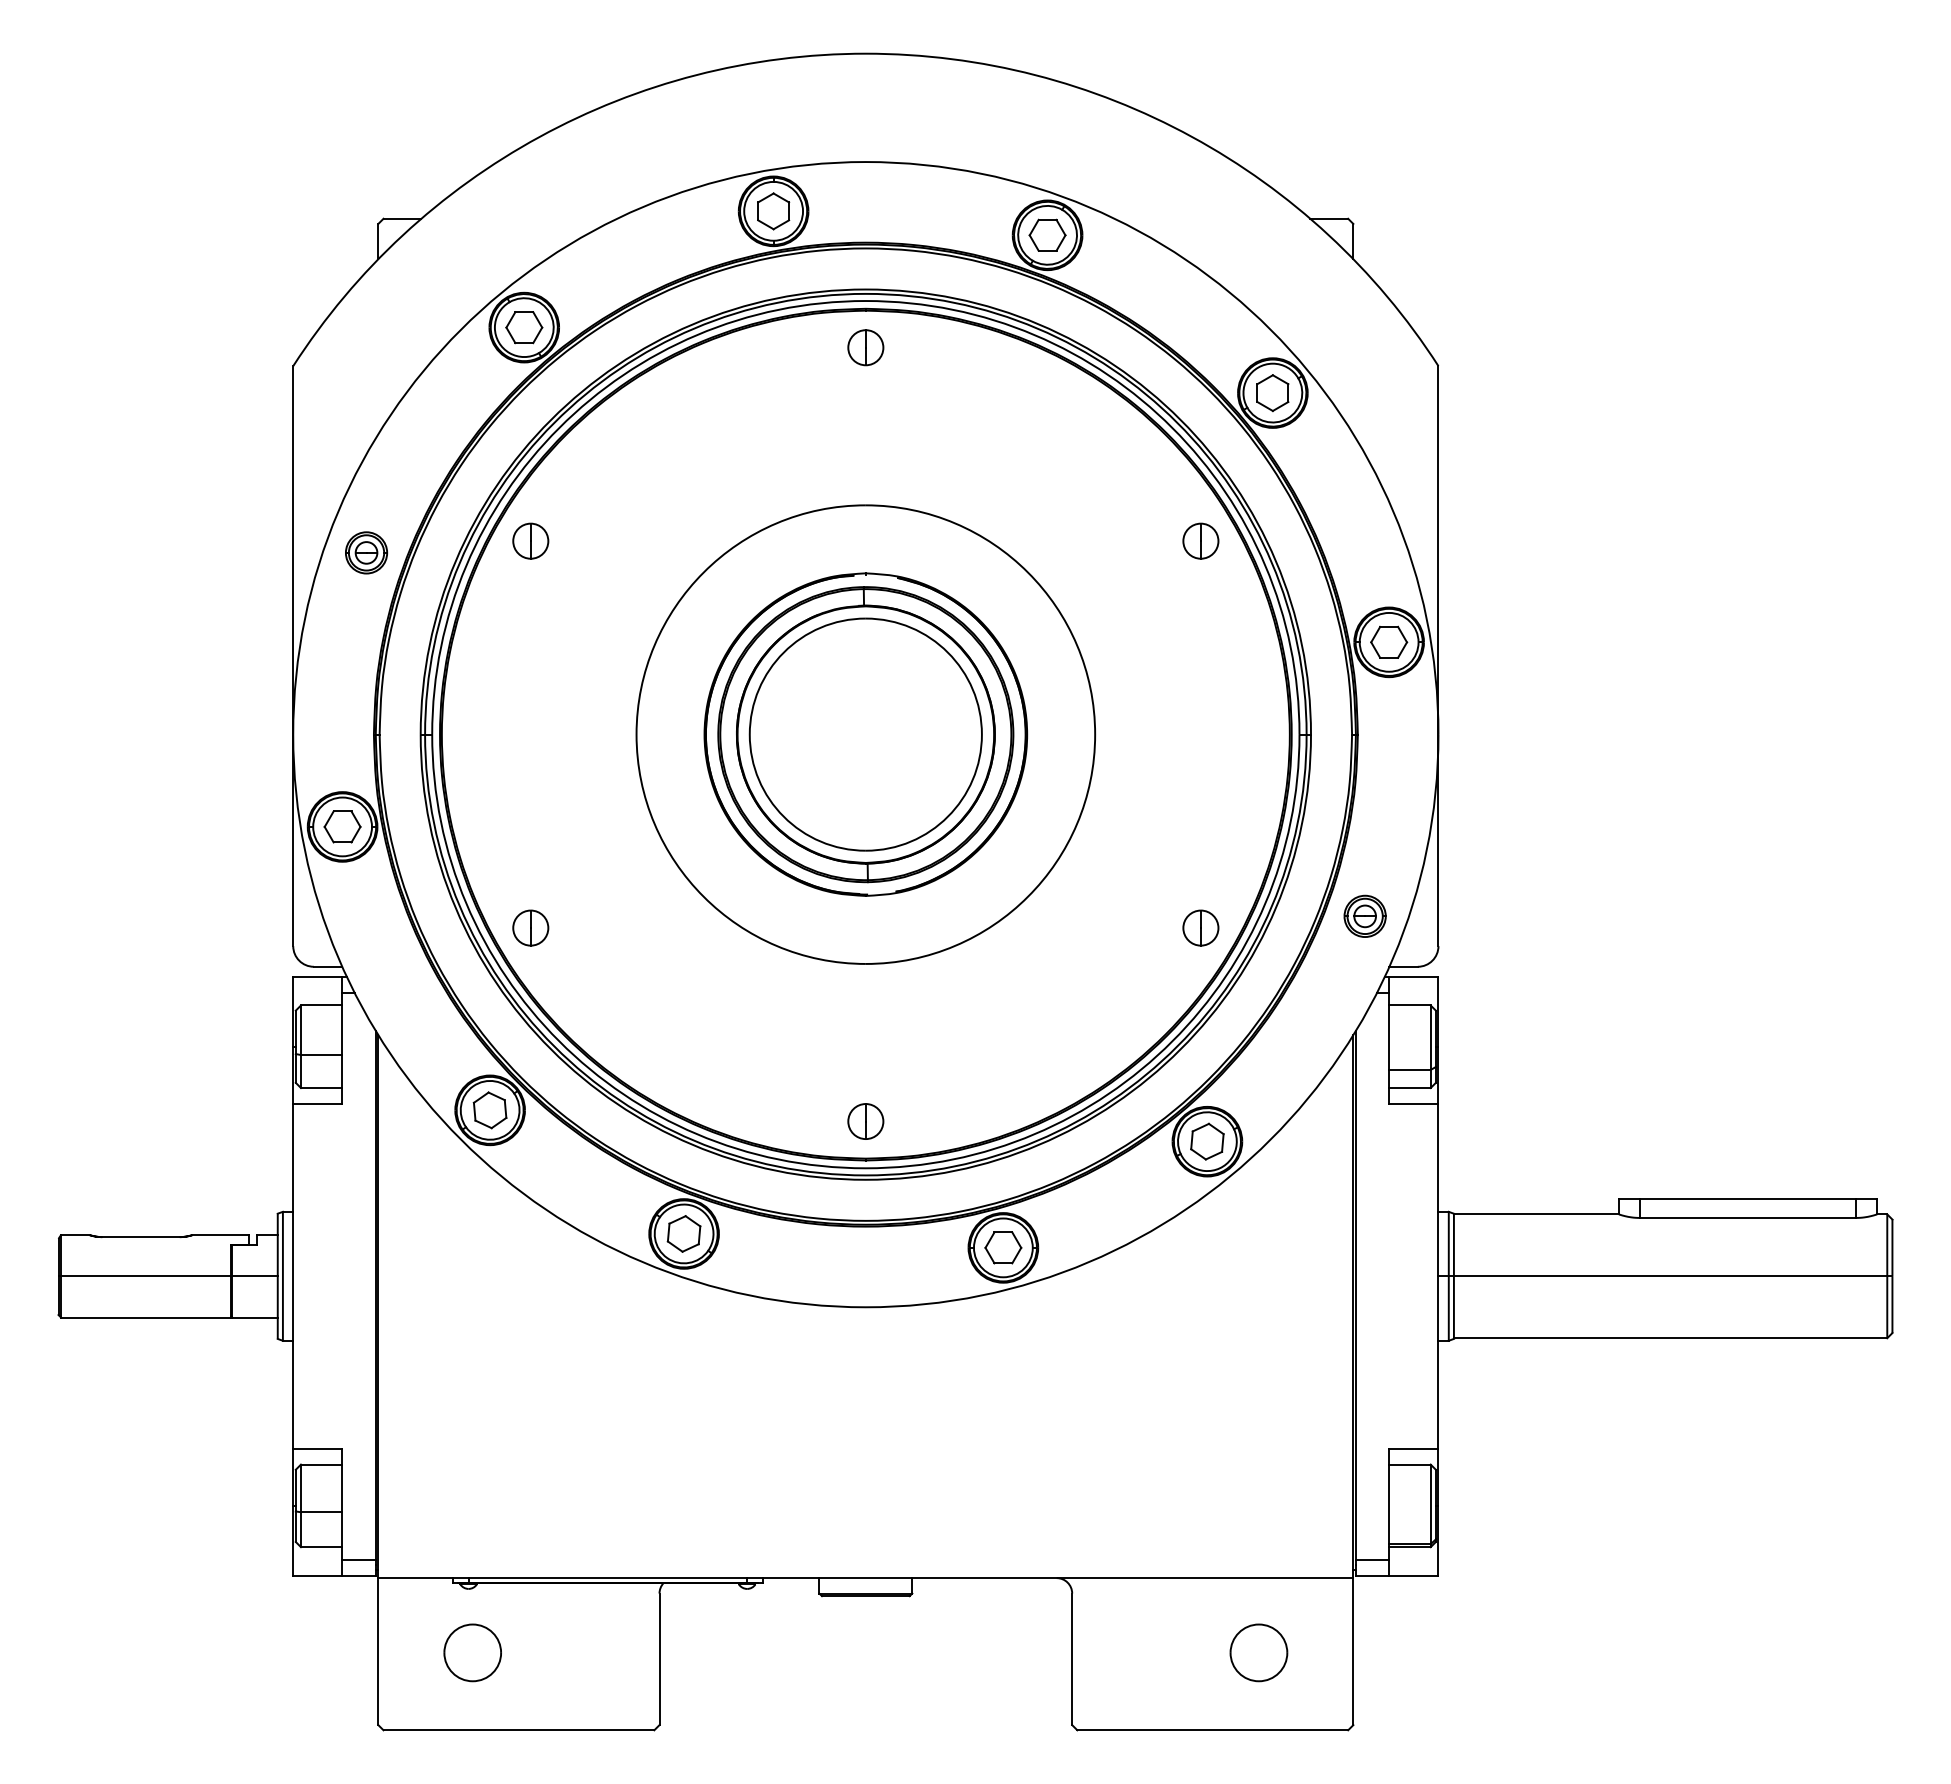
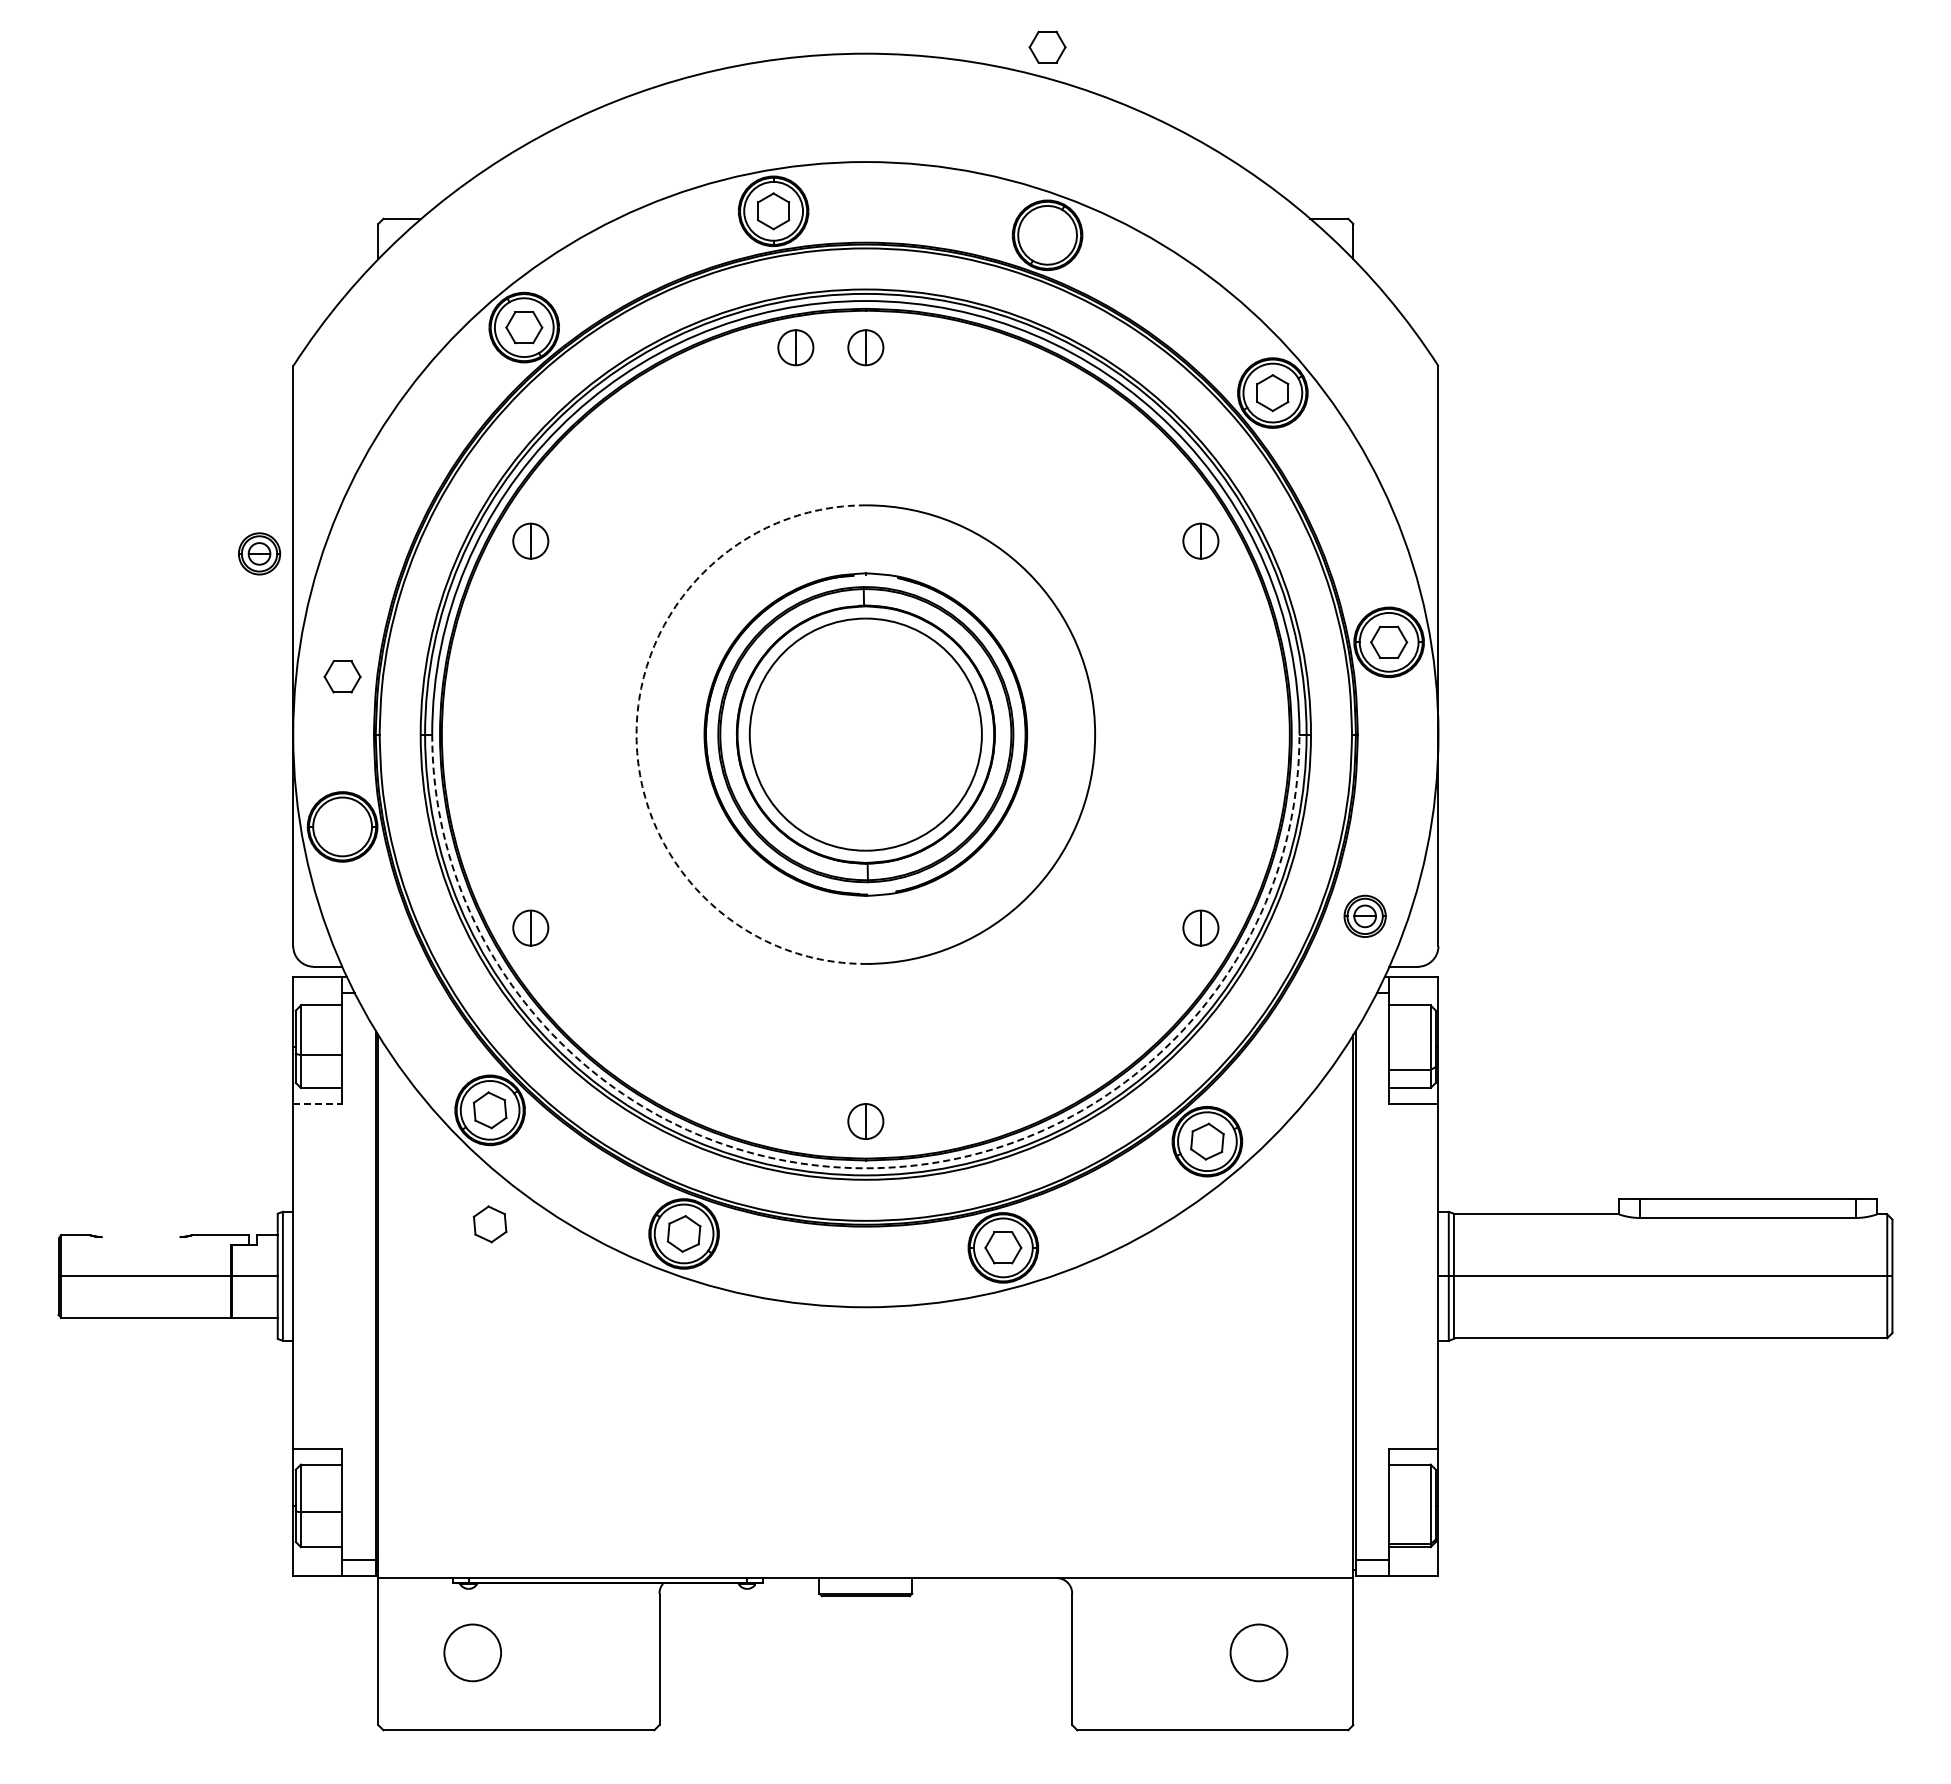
part at (1047, 234) position: (1047, 234) -> (1047, 46)
part at (795, 347): none -> present
part at (366, 552) position: (366, 552) -> (259, 553)
arc at (636, 734): solid -> dashed
part at (342, 826) position: (342, 826) -> (342, 676)
line at (317, 1103): solid -> dashed
arc at (865, 1168): solid -> dashed
part at (489, 1224): none -> present
line at (140, 1237): present -> none
